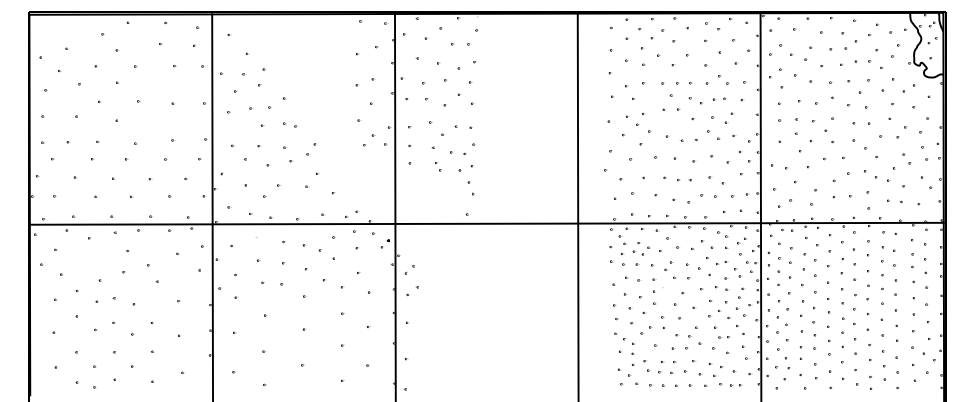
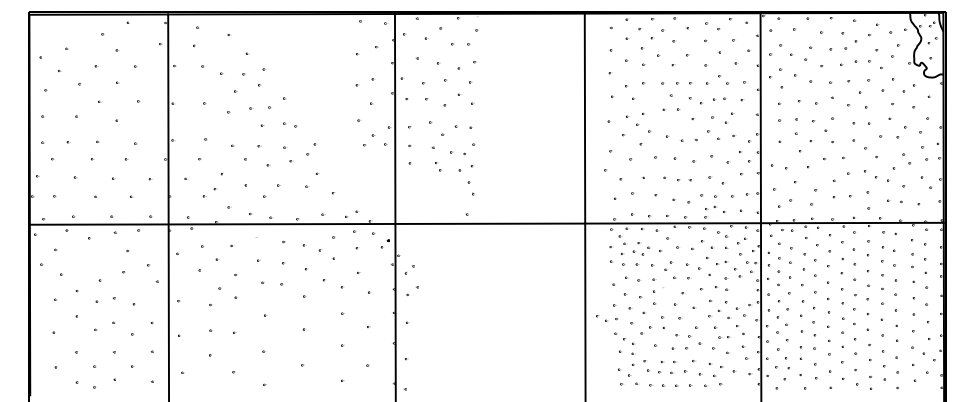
line at (577, 205) position: (577, 205) -> (584, 205)
line at (212, 206) position: (212, 206) -> (168, 206)
part at (710, 207): none -> present
part at (740, 292): present -> none
part at (601, 318): none -> present
part at (736, 385): present -> none
